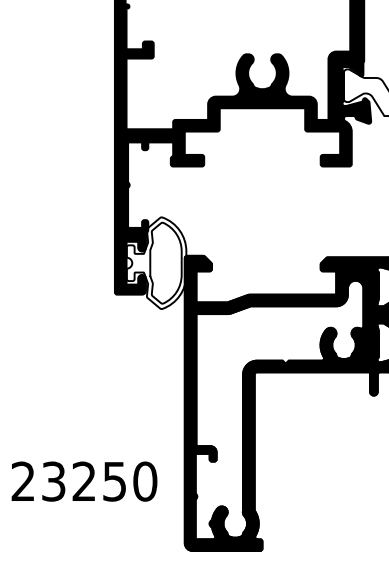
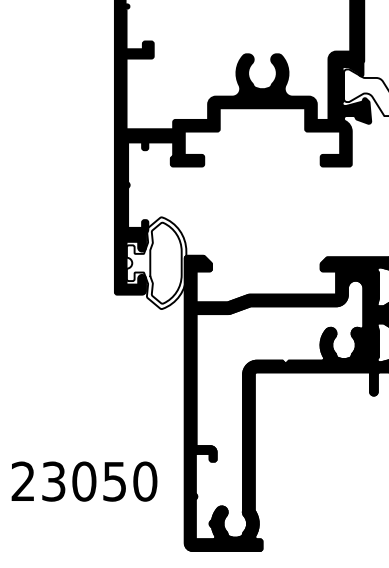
text at (84, 481): 23250 -> 23050
